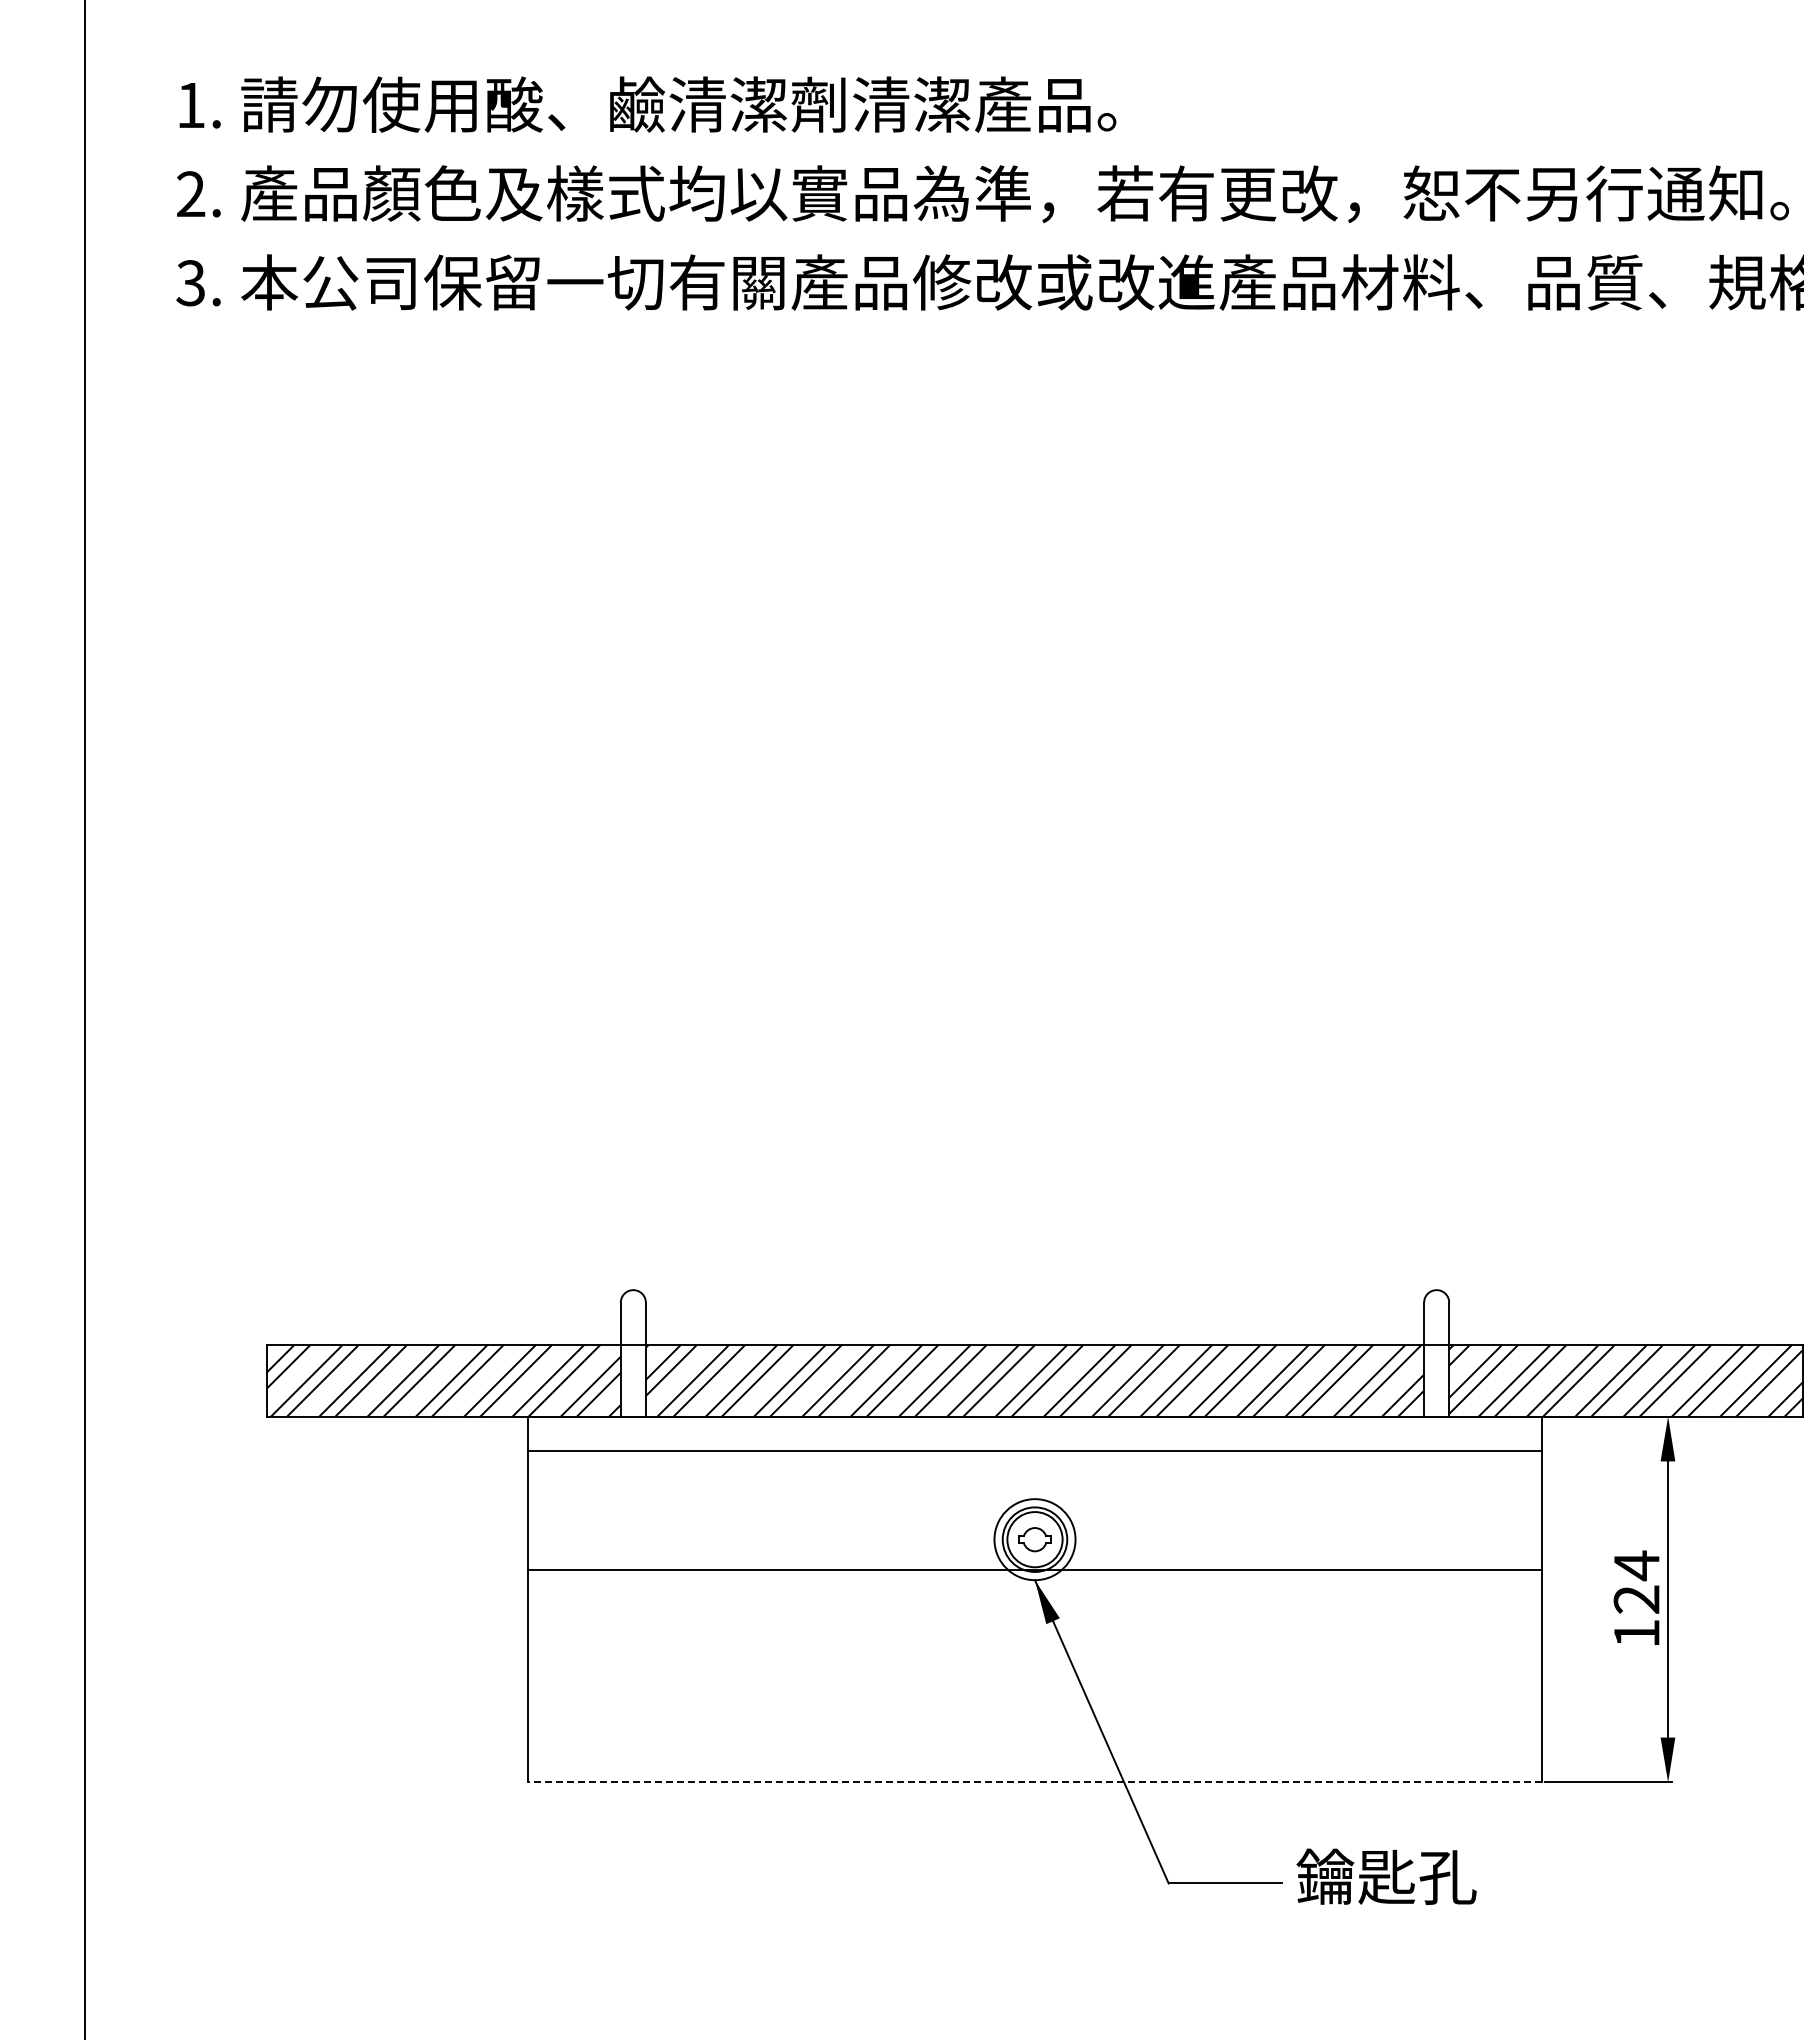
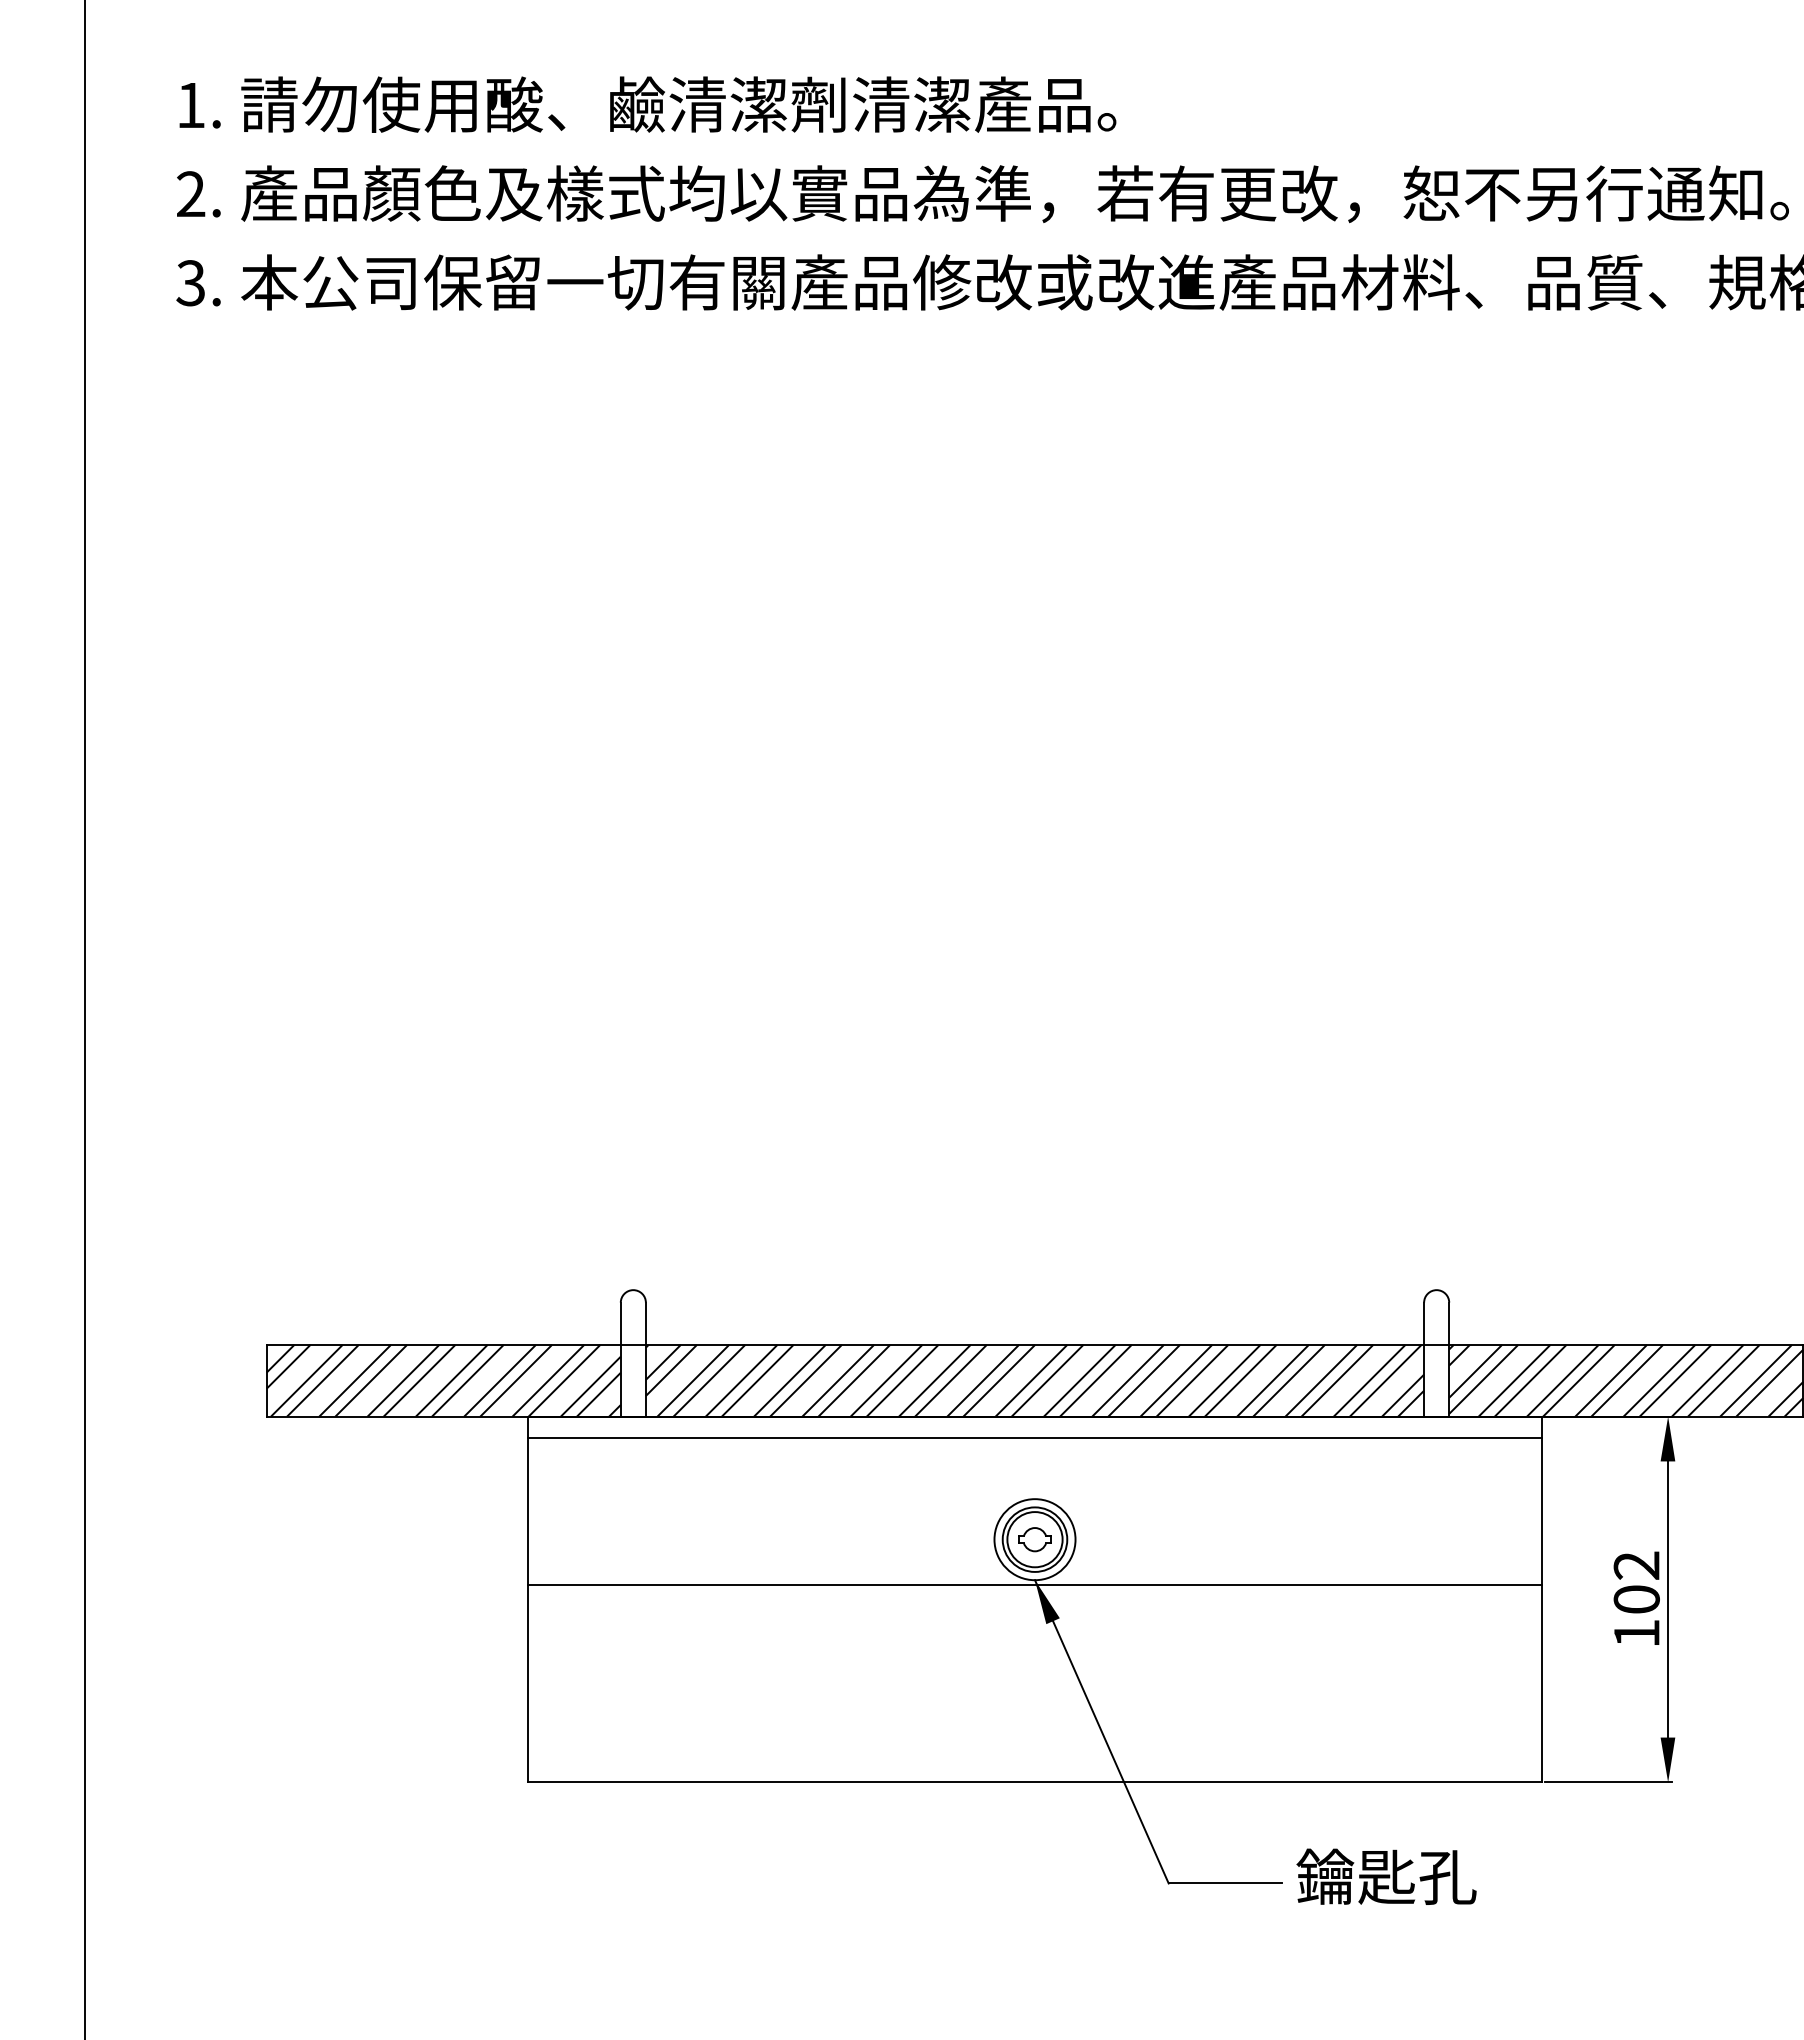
line at (1034, 1451) position: (1034, 1451) -> (1034, 1438)
line at (1034, 1570) position: (1034, 1570) -> (1034, 1585)
text at (1636, 1581): 124 -> 102
line at (1034, 1782): dashed -> solid
